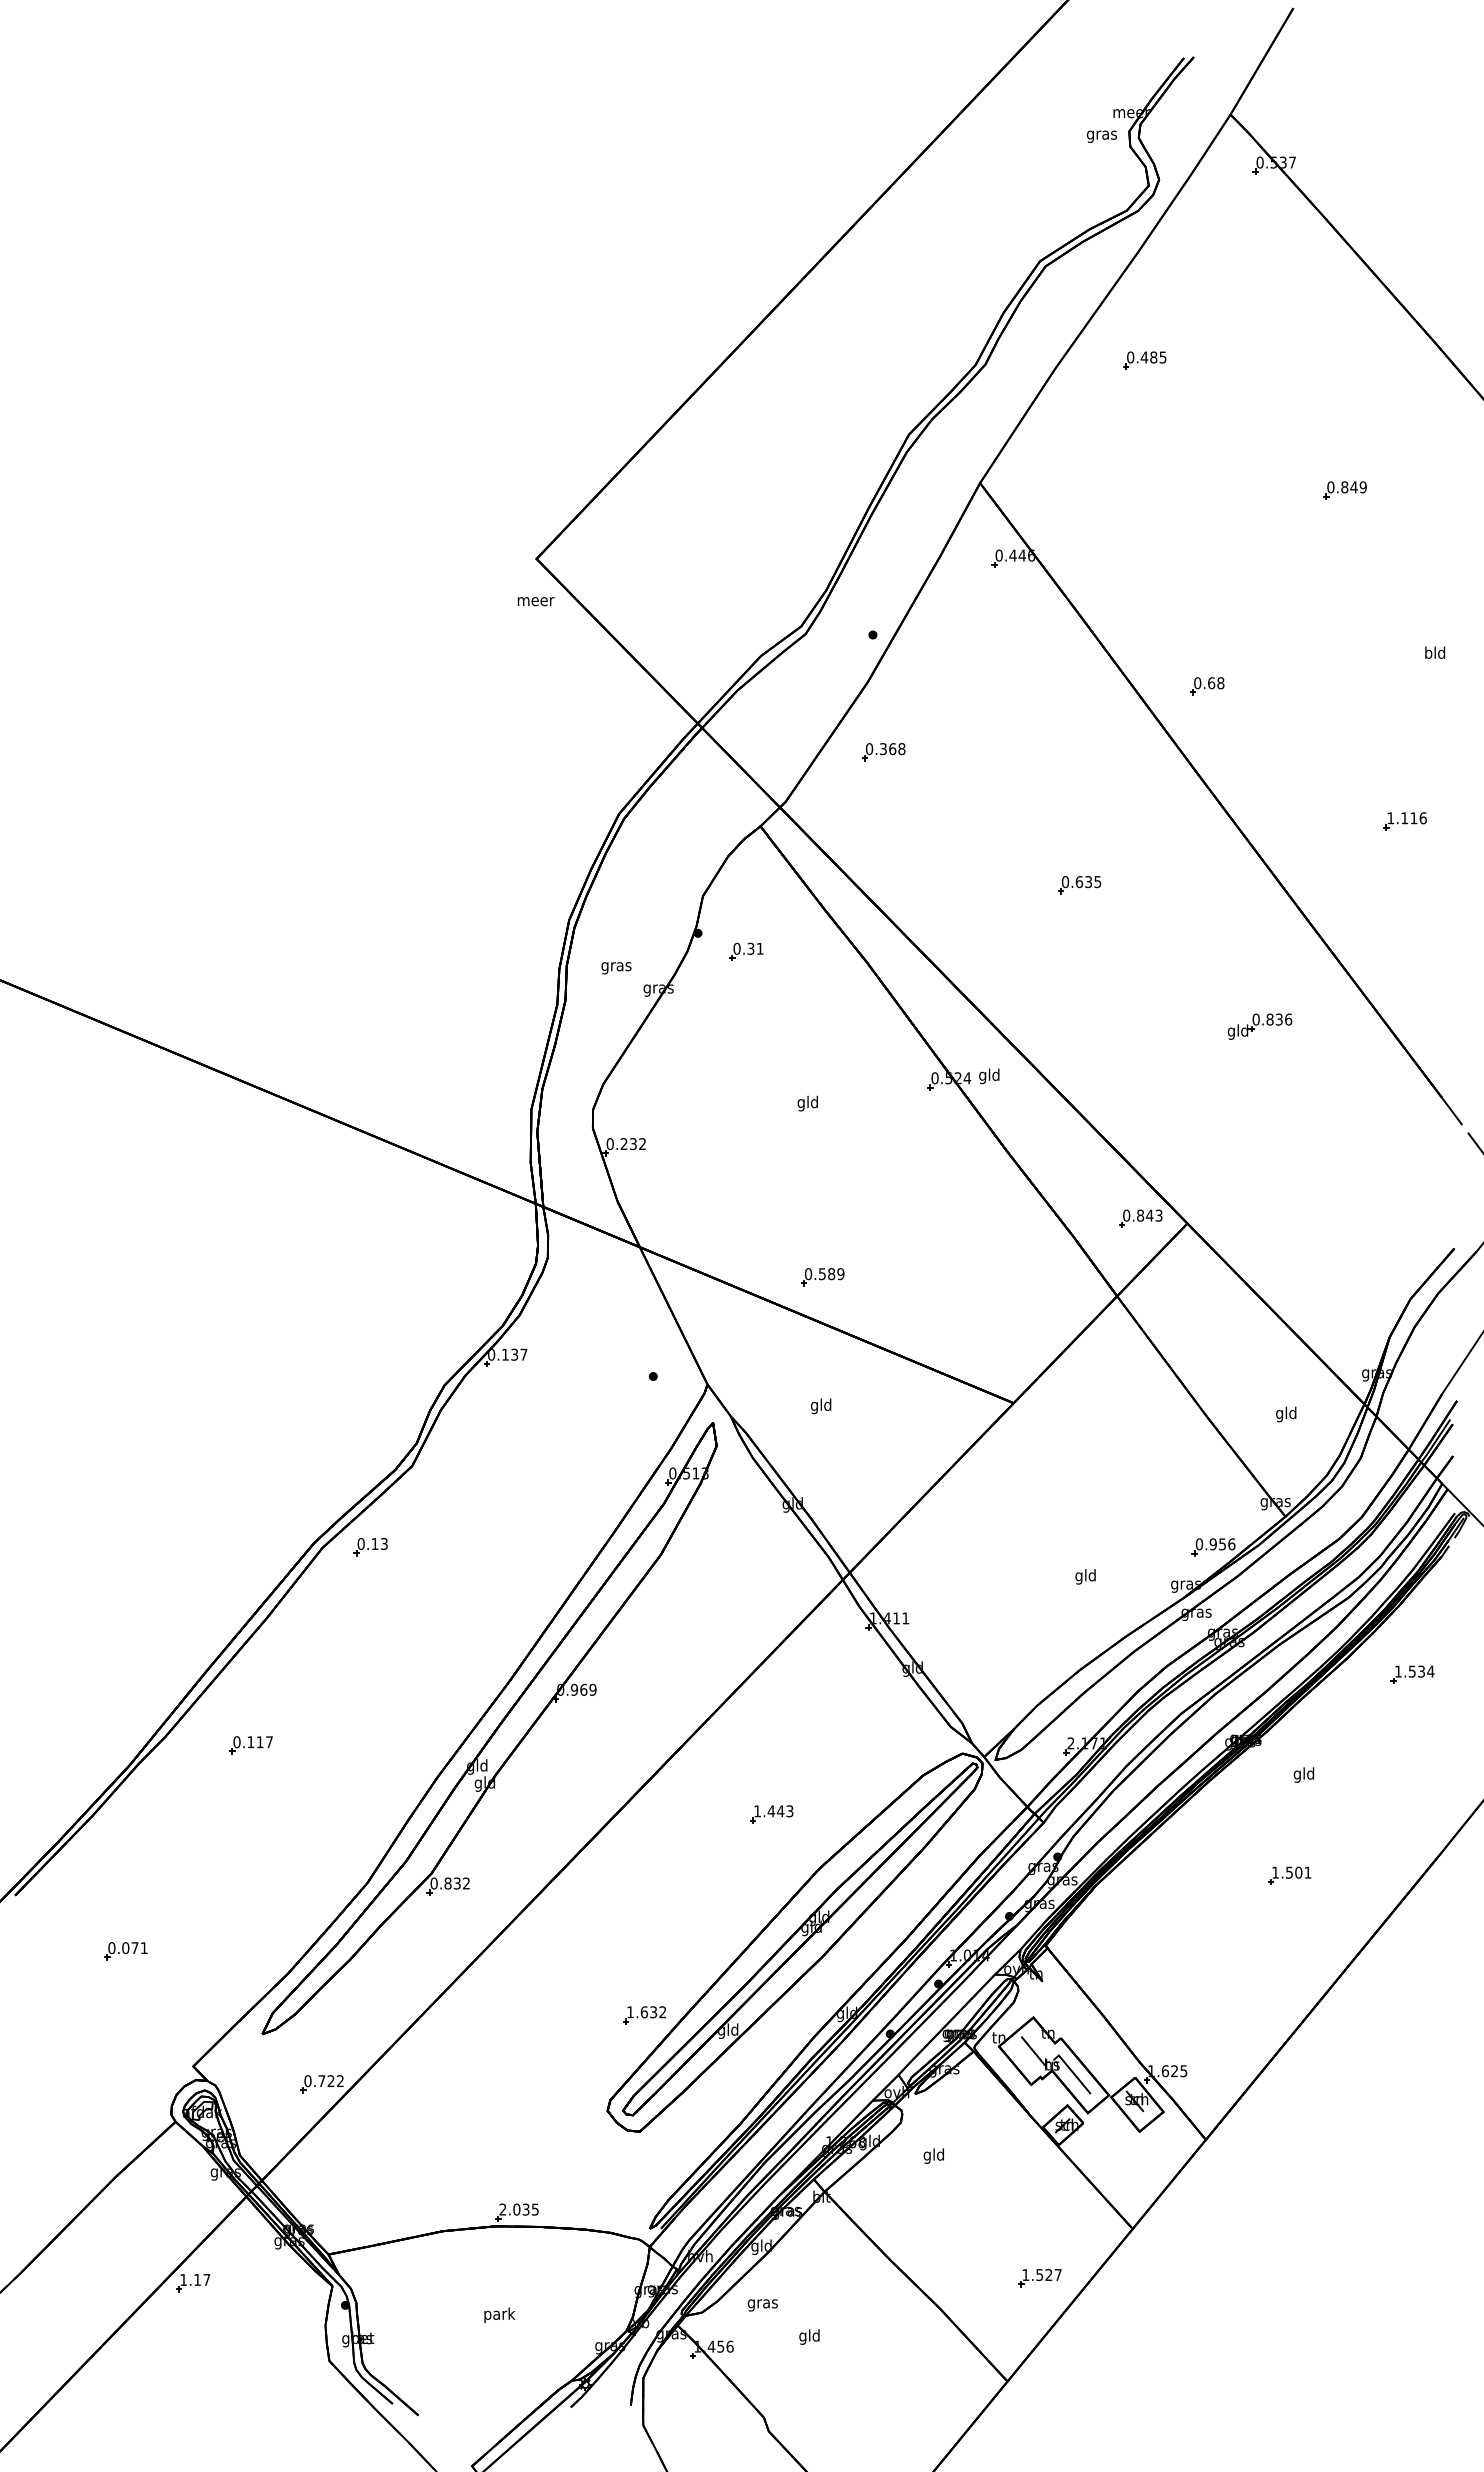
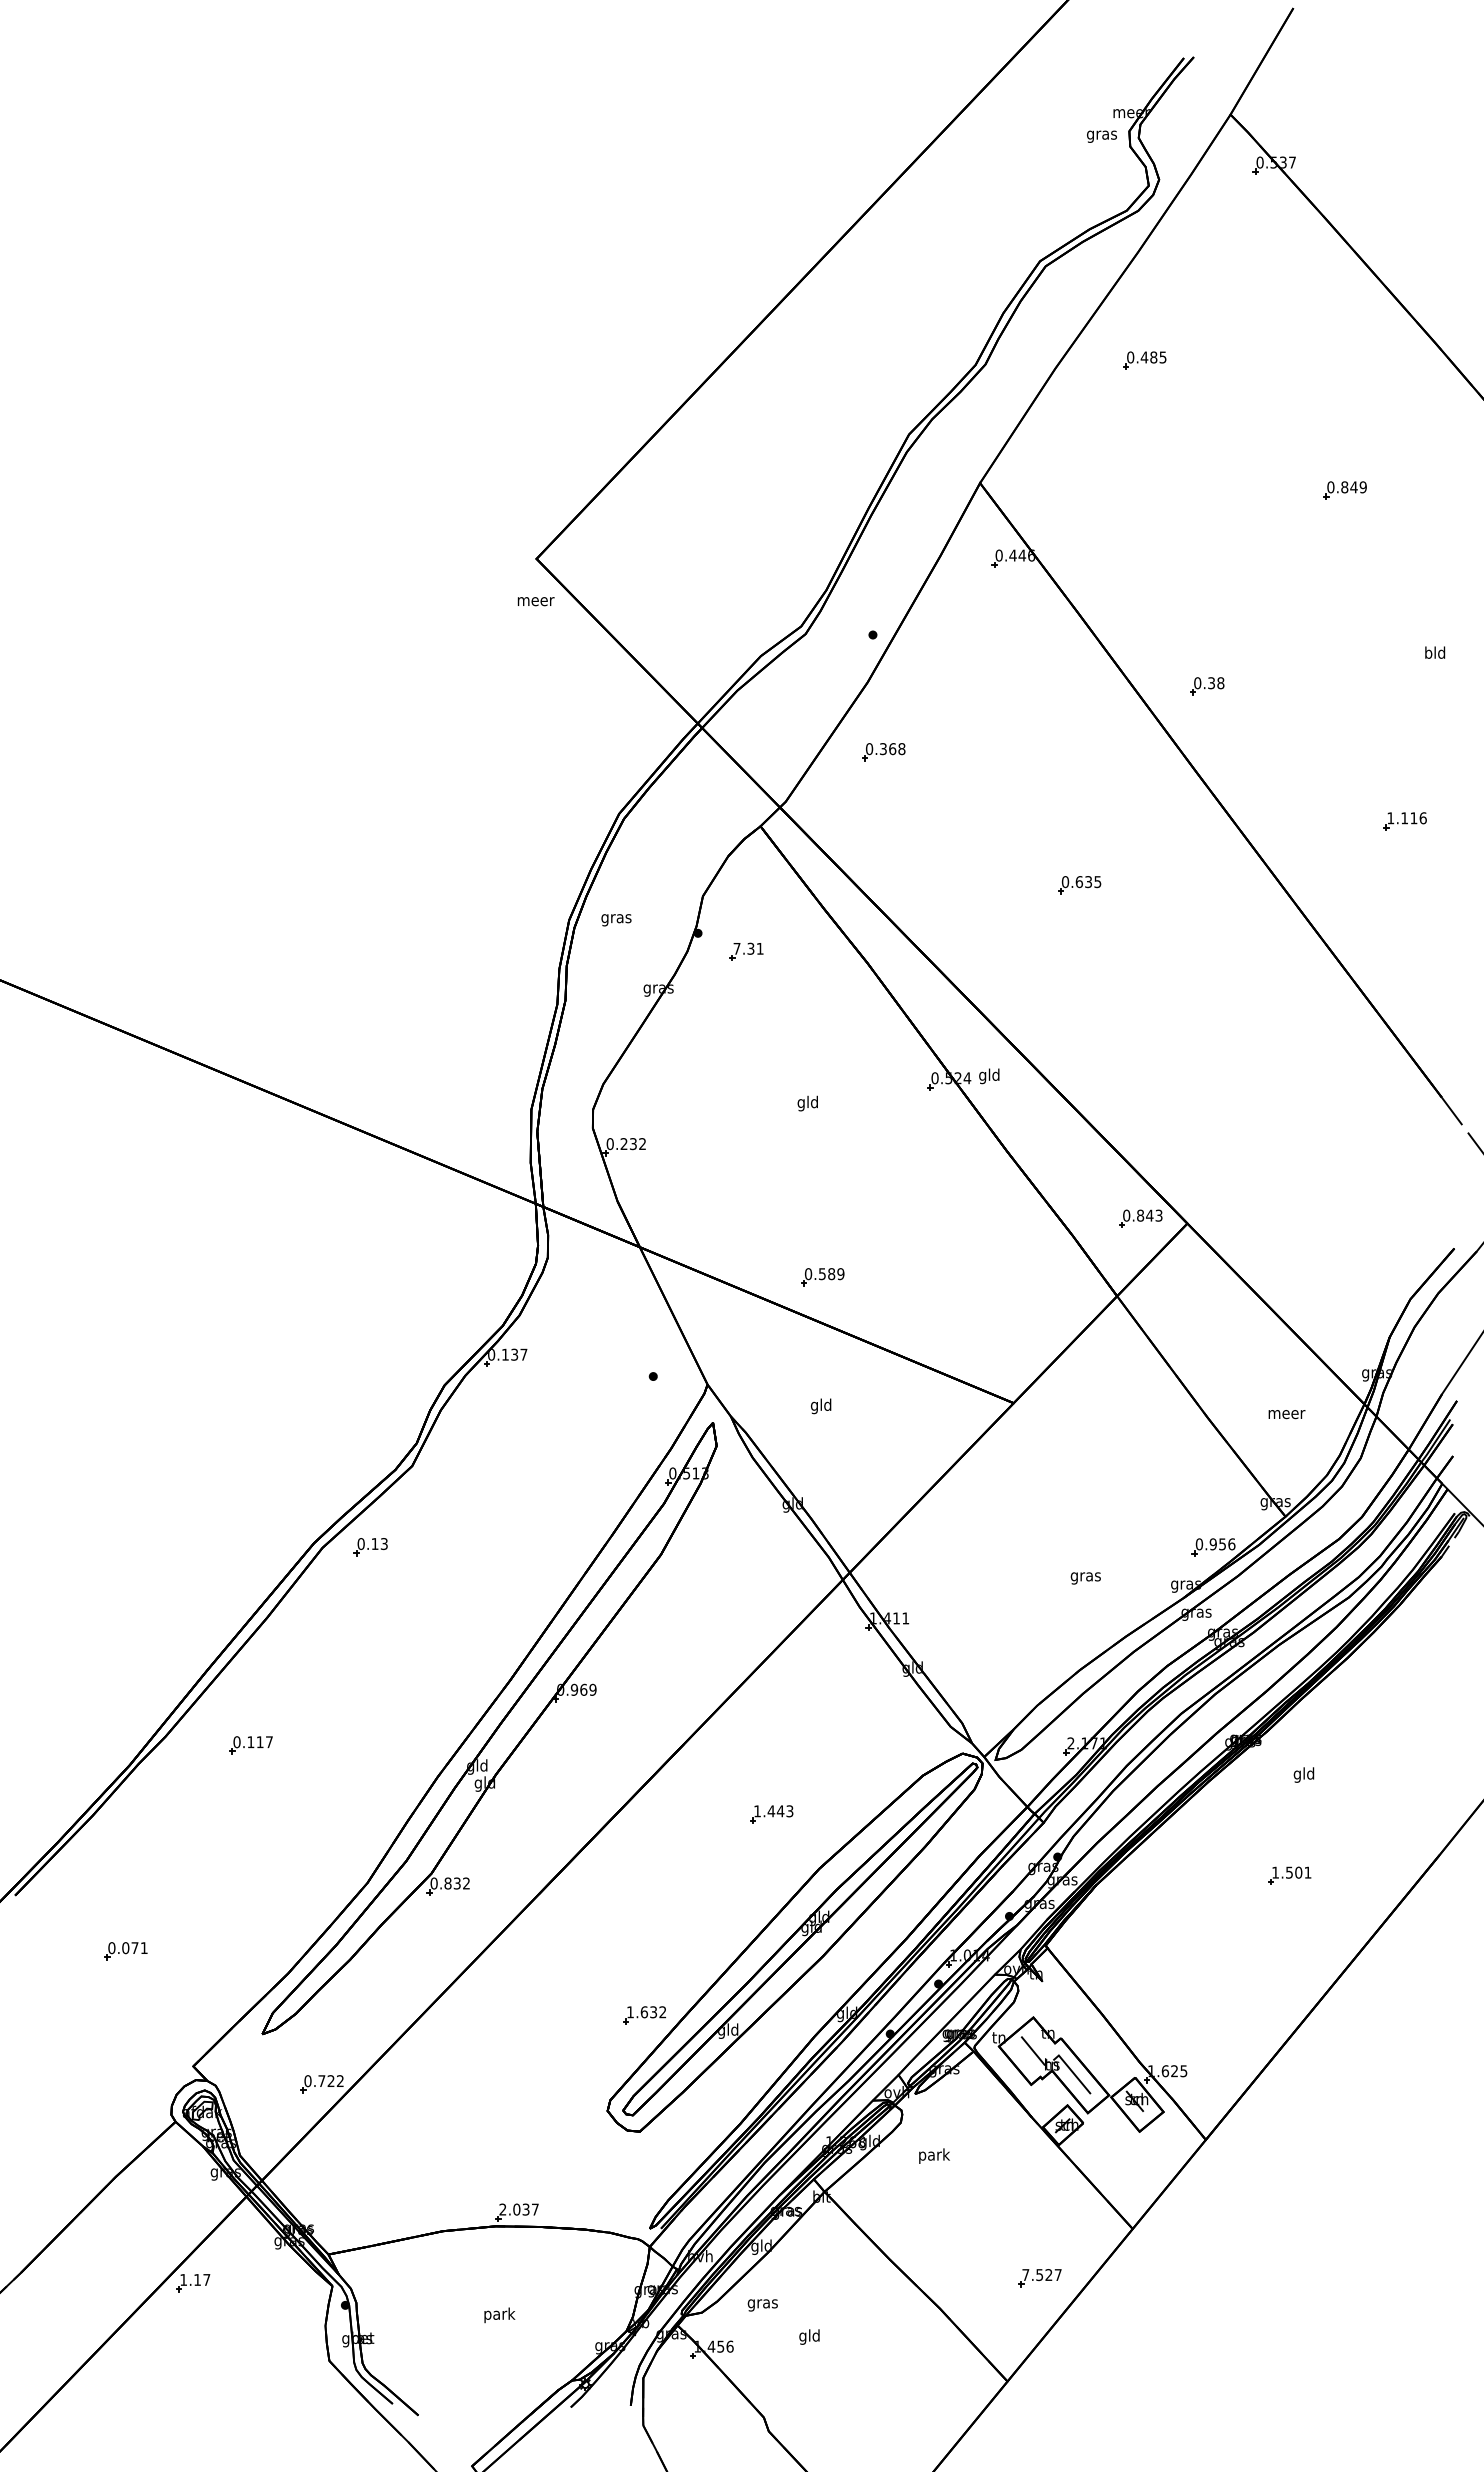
text at (1211, 683): 0.68 -> 0.38
text at (736, 948): 0.31 -> 7.31
text at (616, 968) position: (616, 968) -> (616, 920)
part at (1259, 1026): present -> none
text at (1286, 1414): gld -> meer
text at (1085, 1576): gld -> gras
part at (1412, 1674): present -> none
text at (934, 2155): gld -> park
text at (534, 2209): 2.035 -> 2.037
text at (1025, 2274): 1.527 -> 7.527
